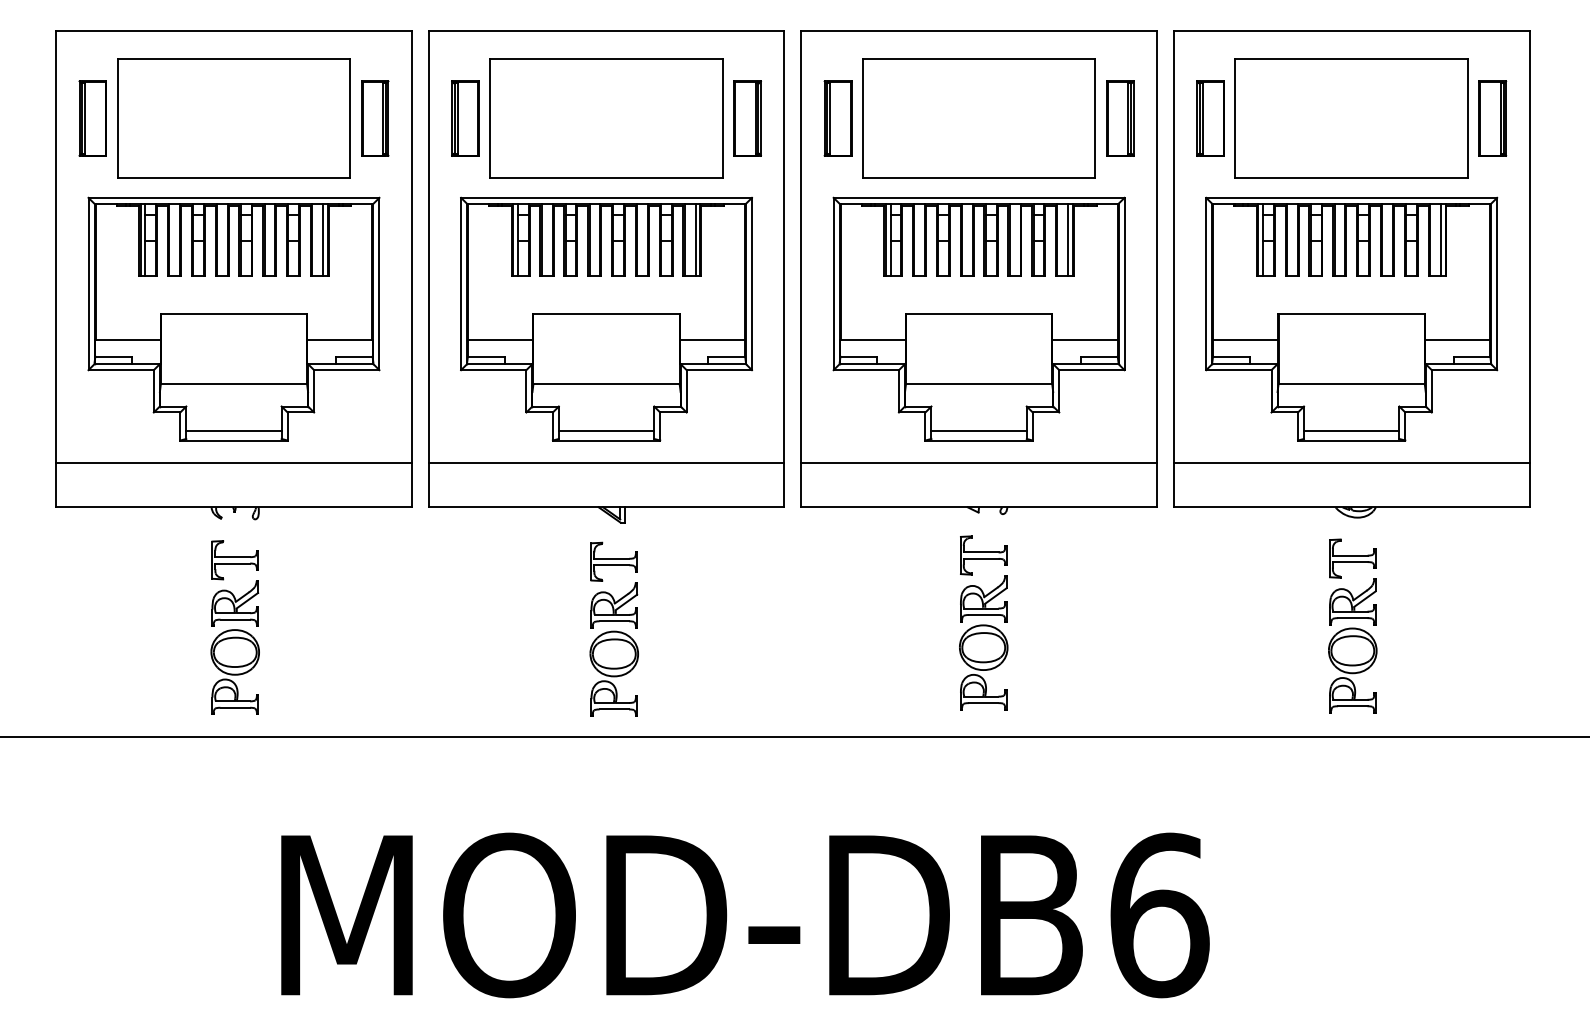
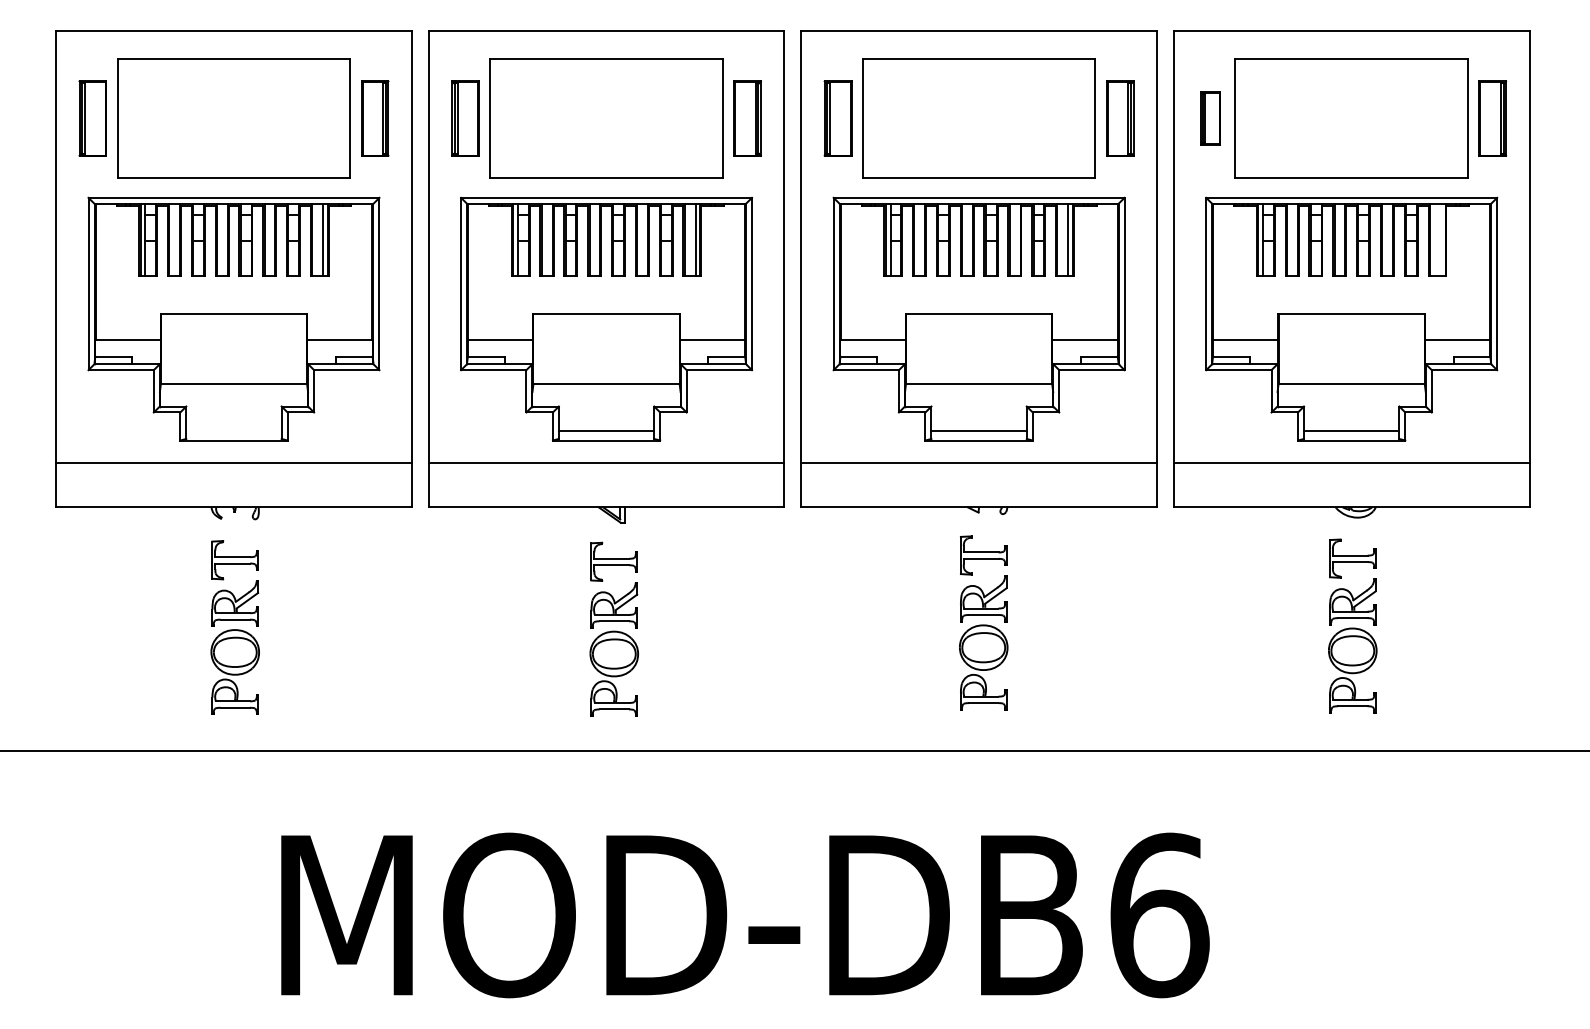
part at (1210, 118) size: 29x77 px -> 21x55 px
line at (1440, 239): present -> none
line at (233, 430): present -> none
line at (794, 736) position: (794, 736) -> (794, 750)
